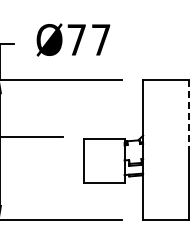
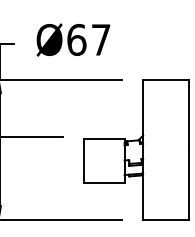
text at (76, 39): Ø77 -> Ø67
line at (189, 113): dashed -> solid
